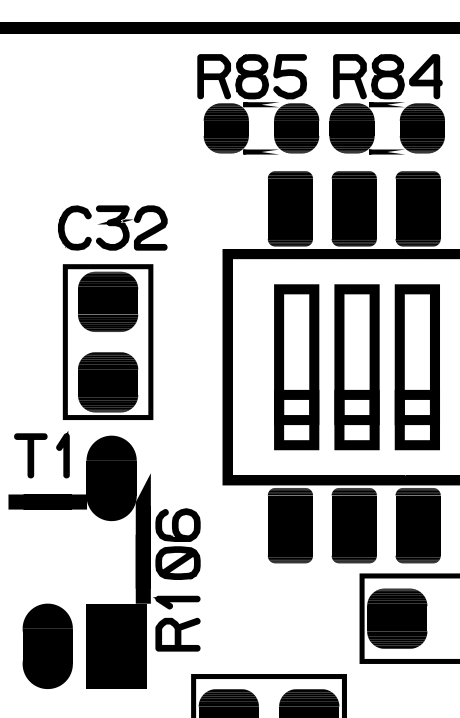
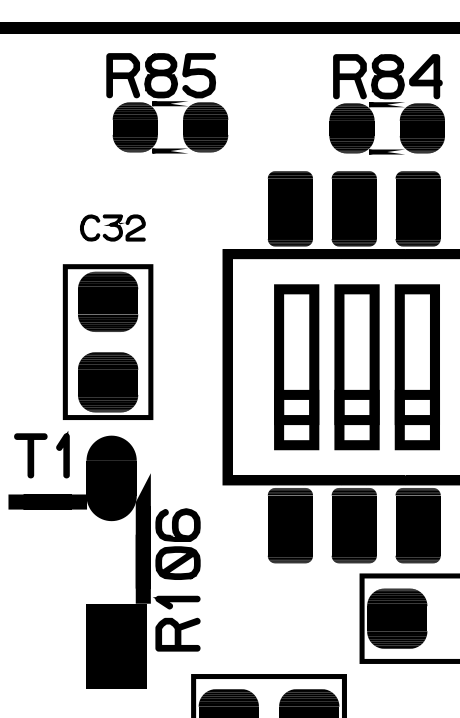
part at (258, 104) position: (258, 104) -> (167, 103)
part at (112, 227) size: 110x46 px -> 66x28 px
part at (47, 645): present -> none
